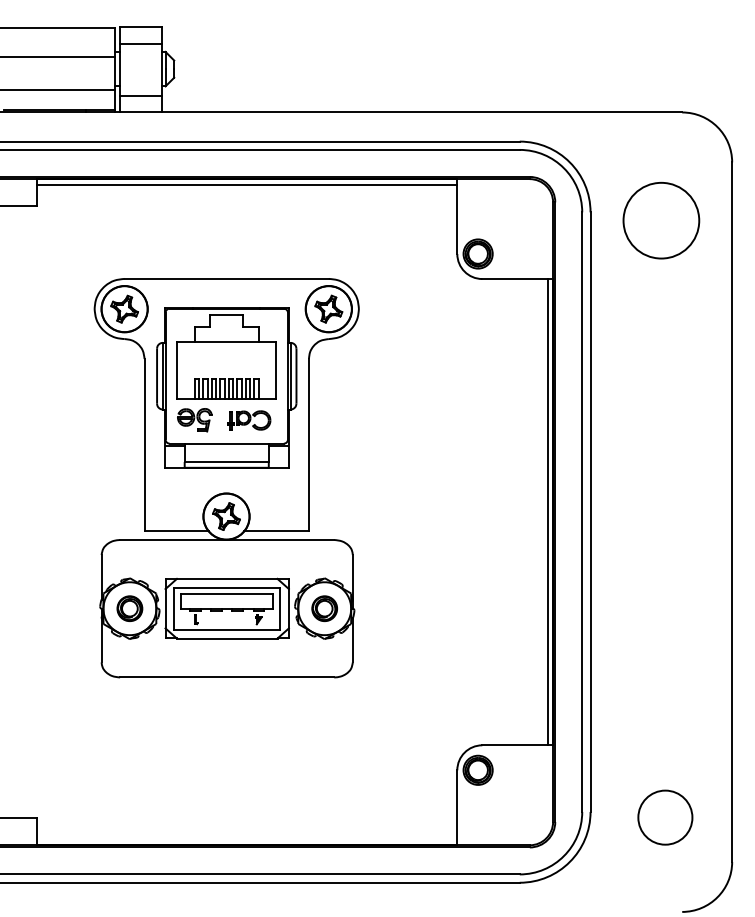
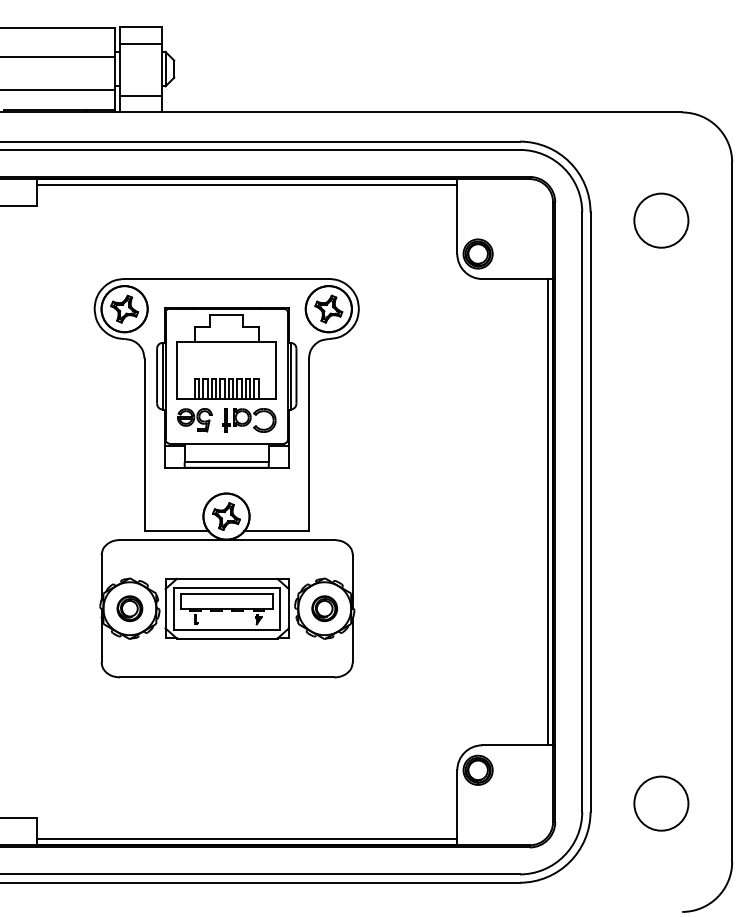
circle at (661, 220) diameter: 76 px -> 54 px
part at (249, 420) size: 45x21 px -> 55x25 px
circle at (665, 817) position: (665, 817) -> (661, 803)
line at (246, 839): none -> present
